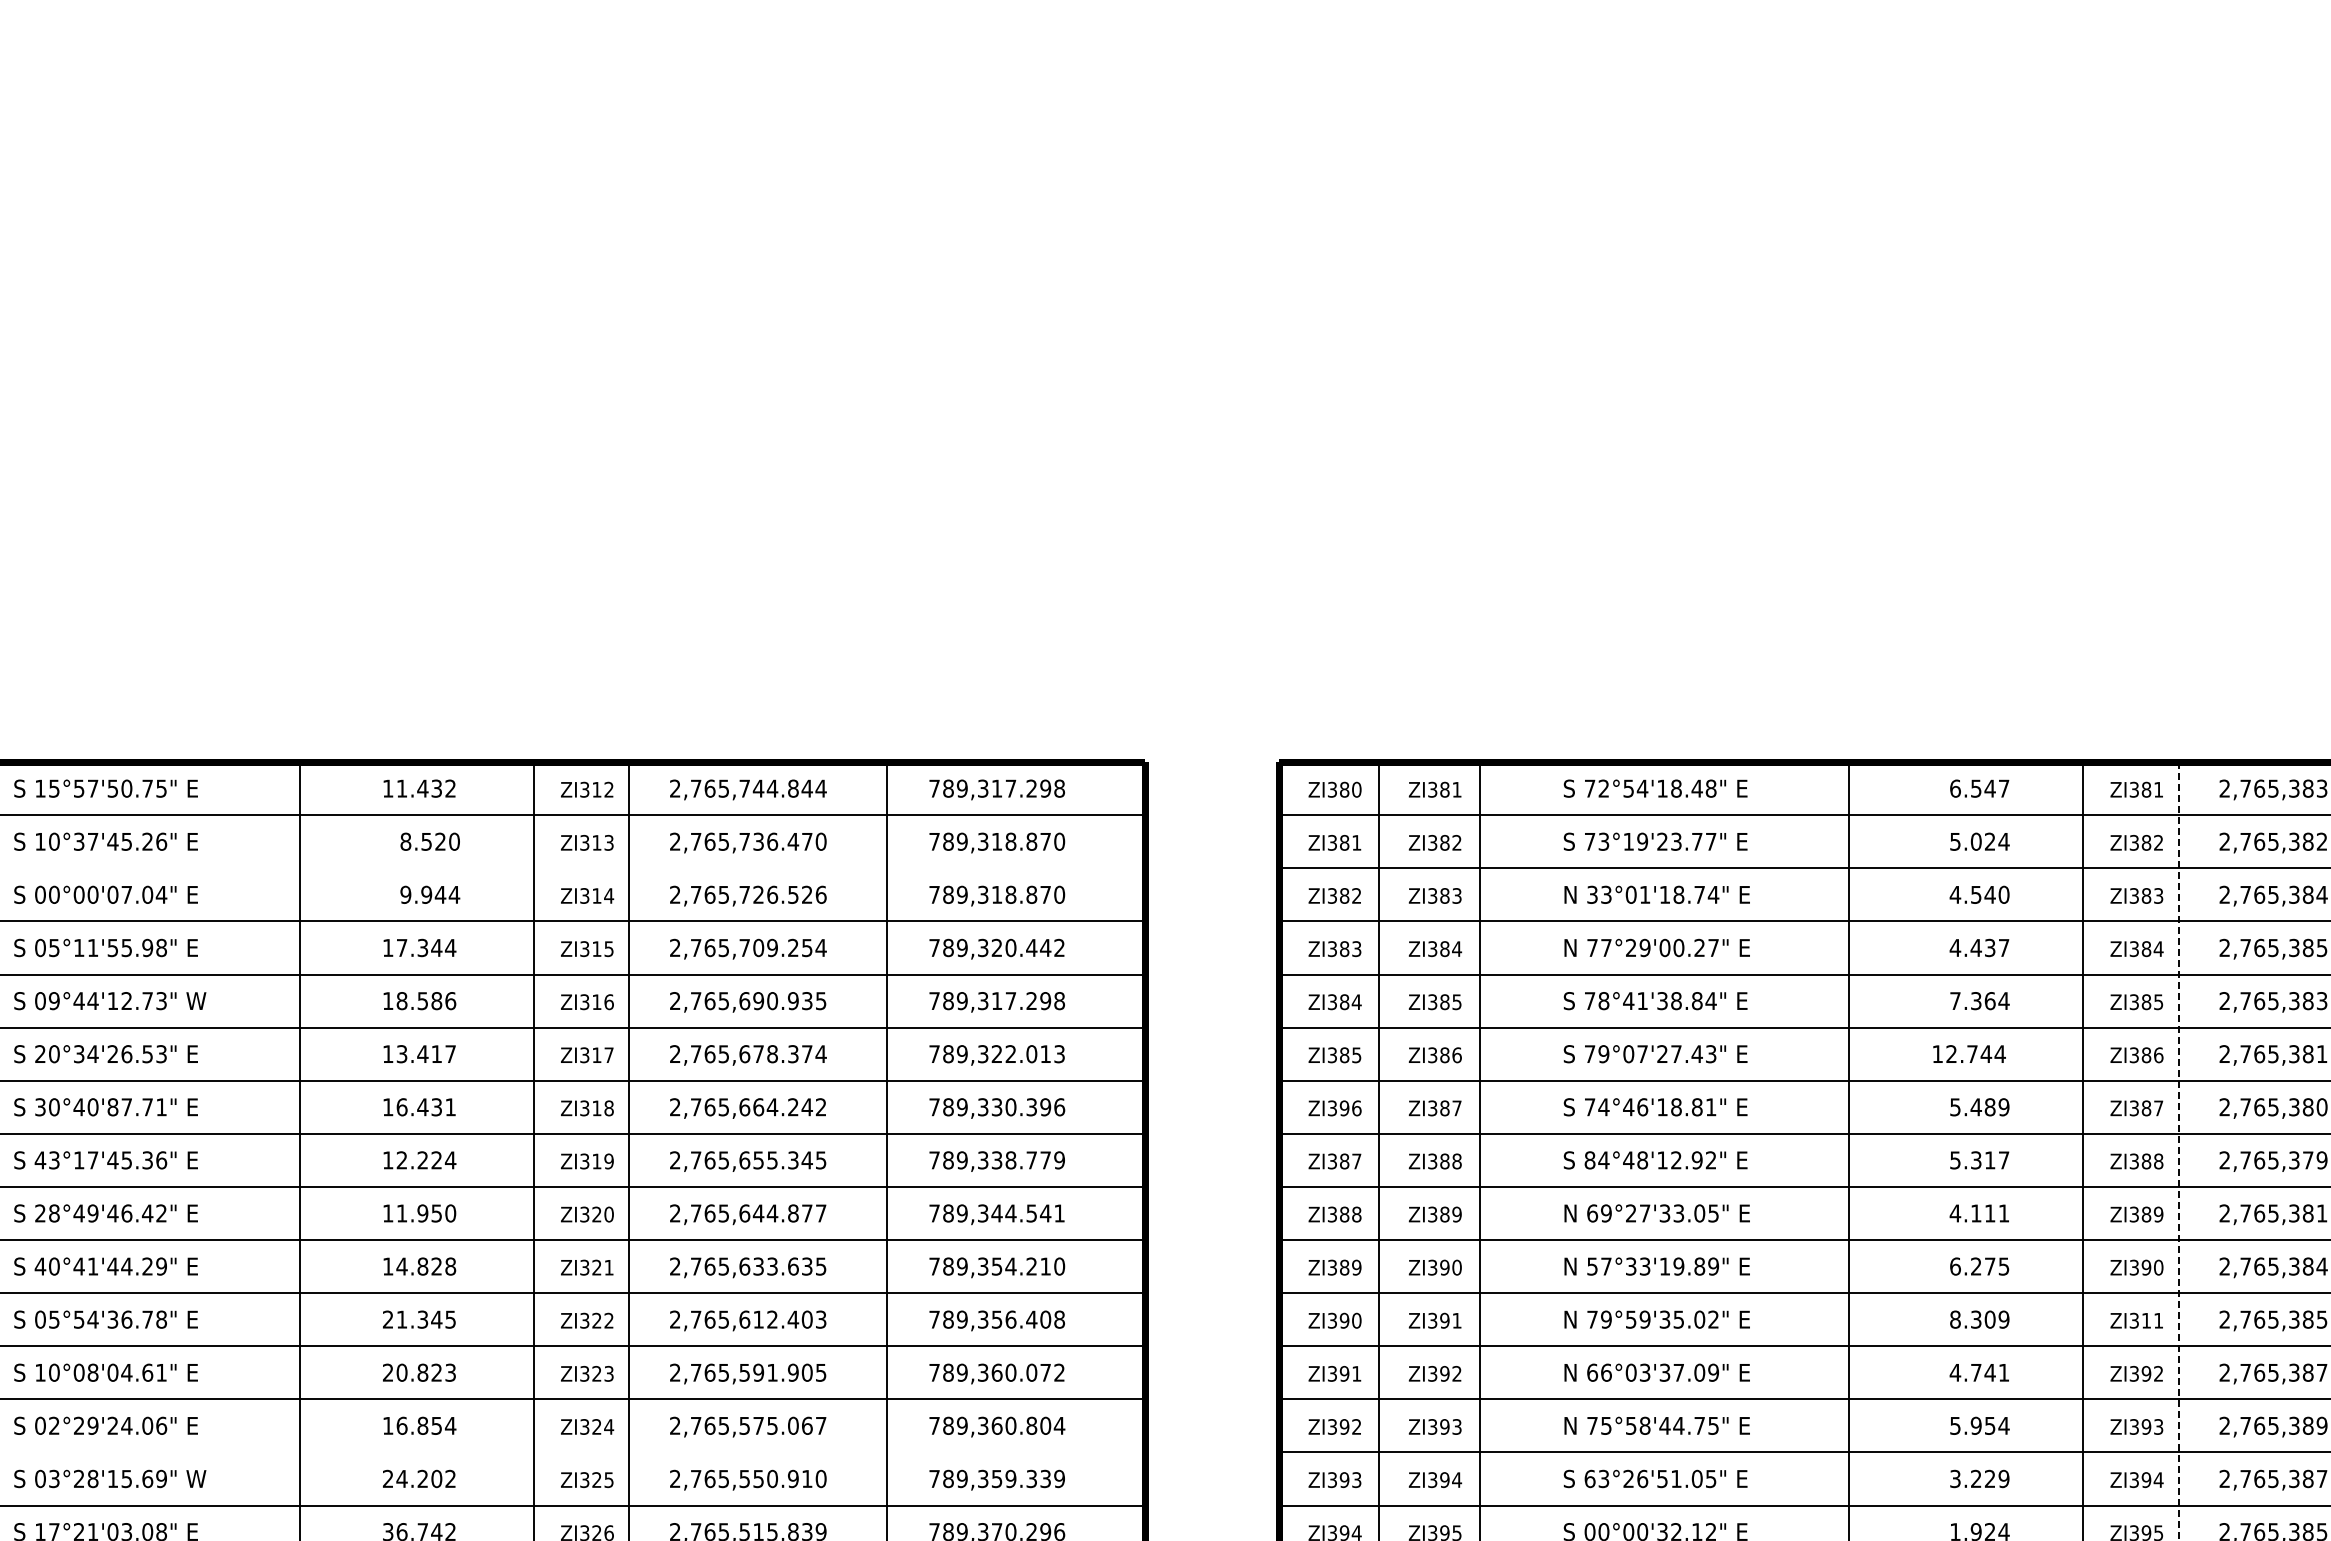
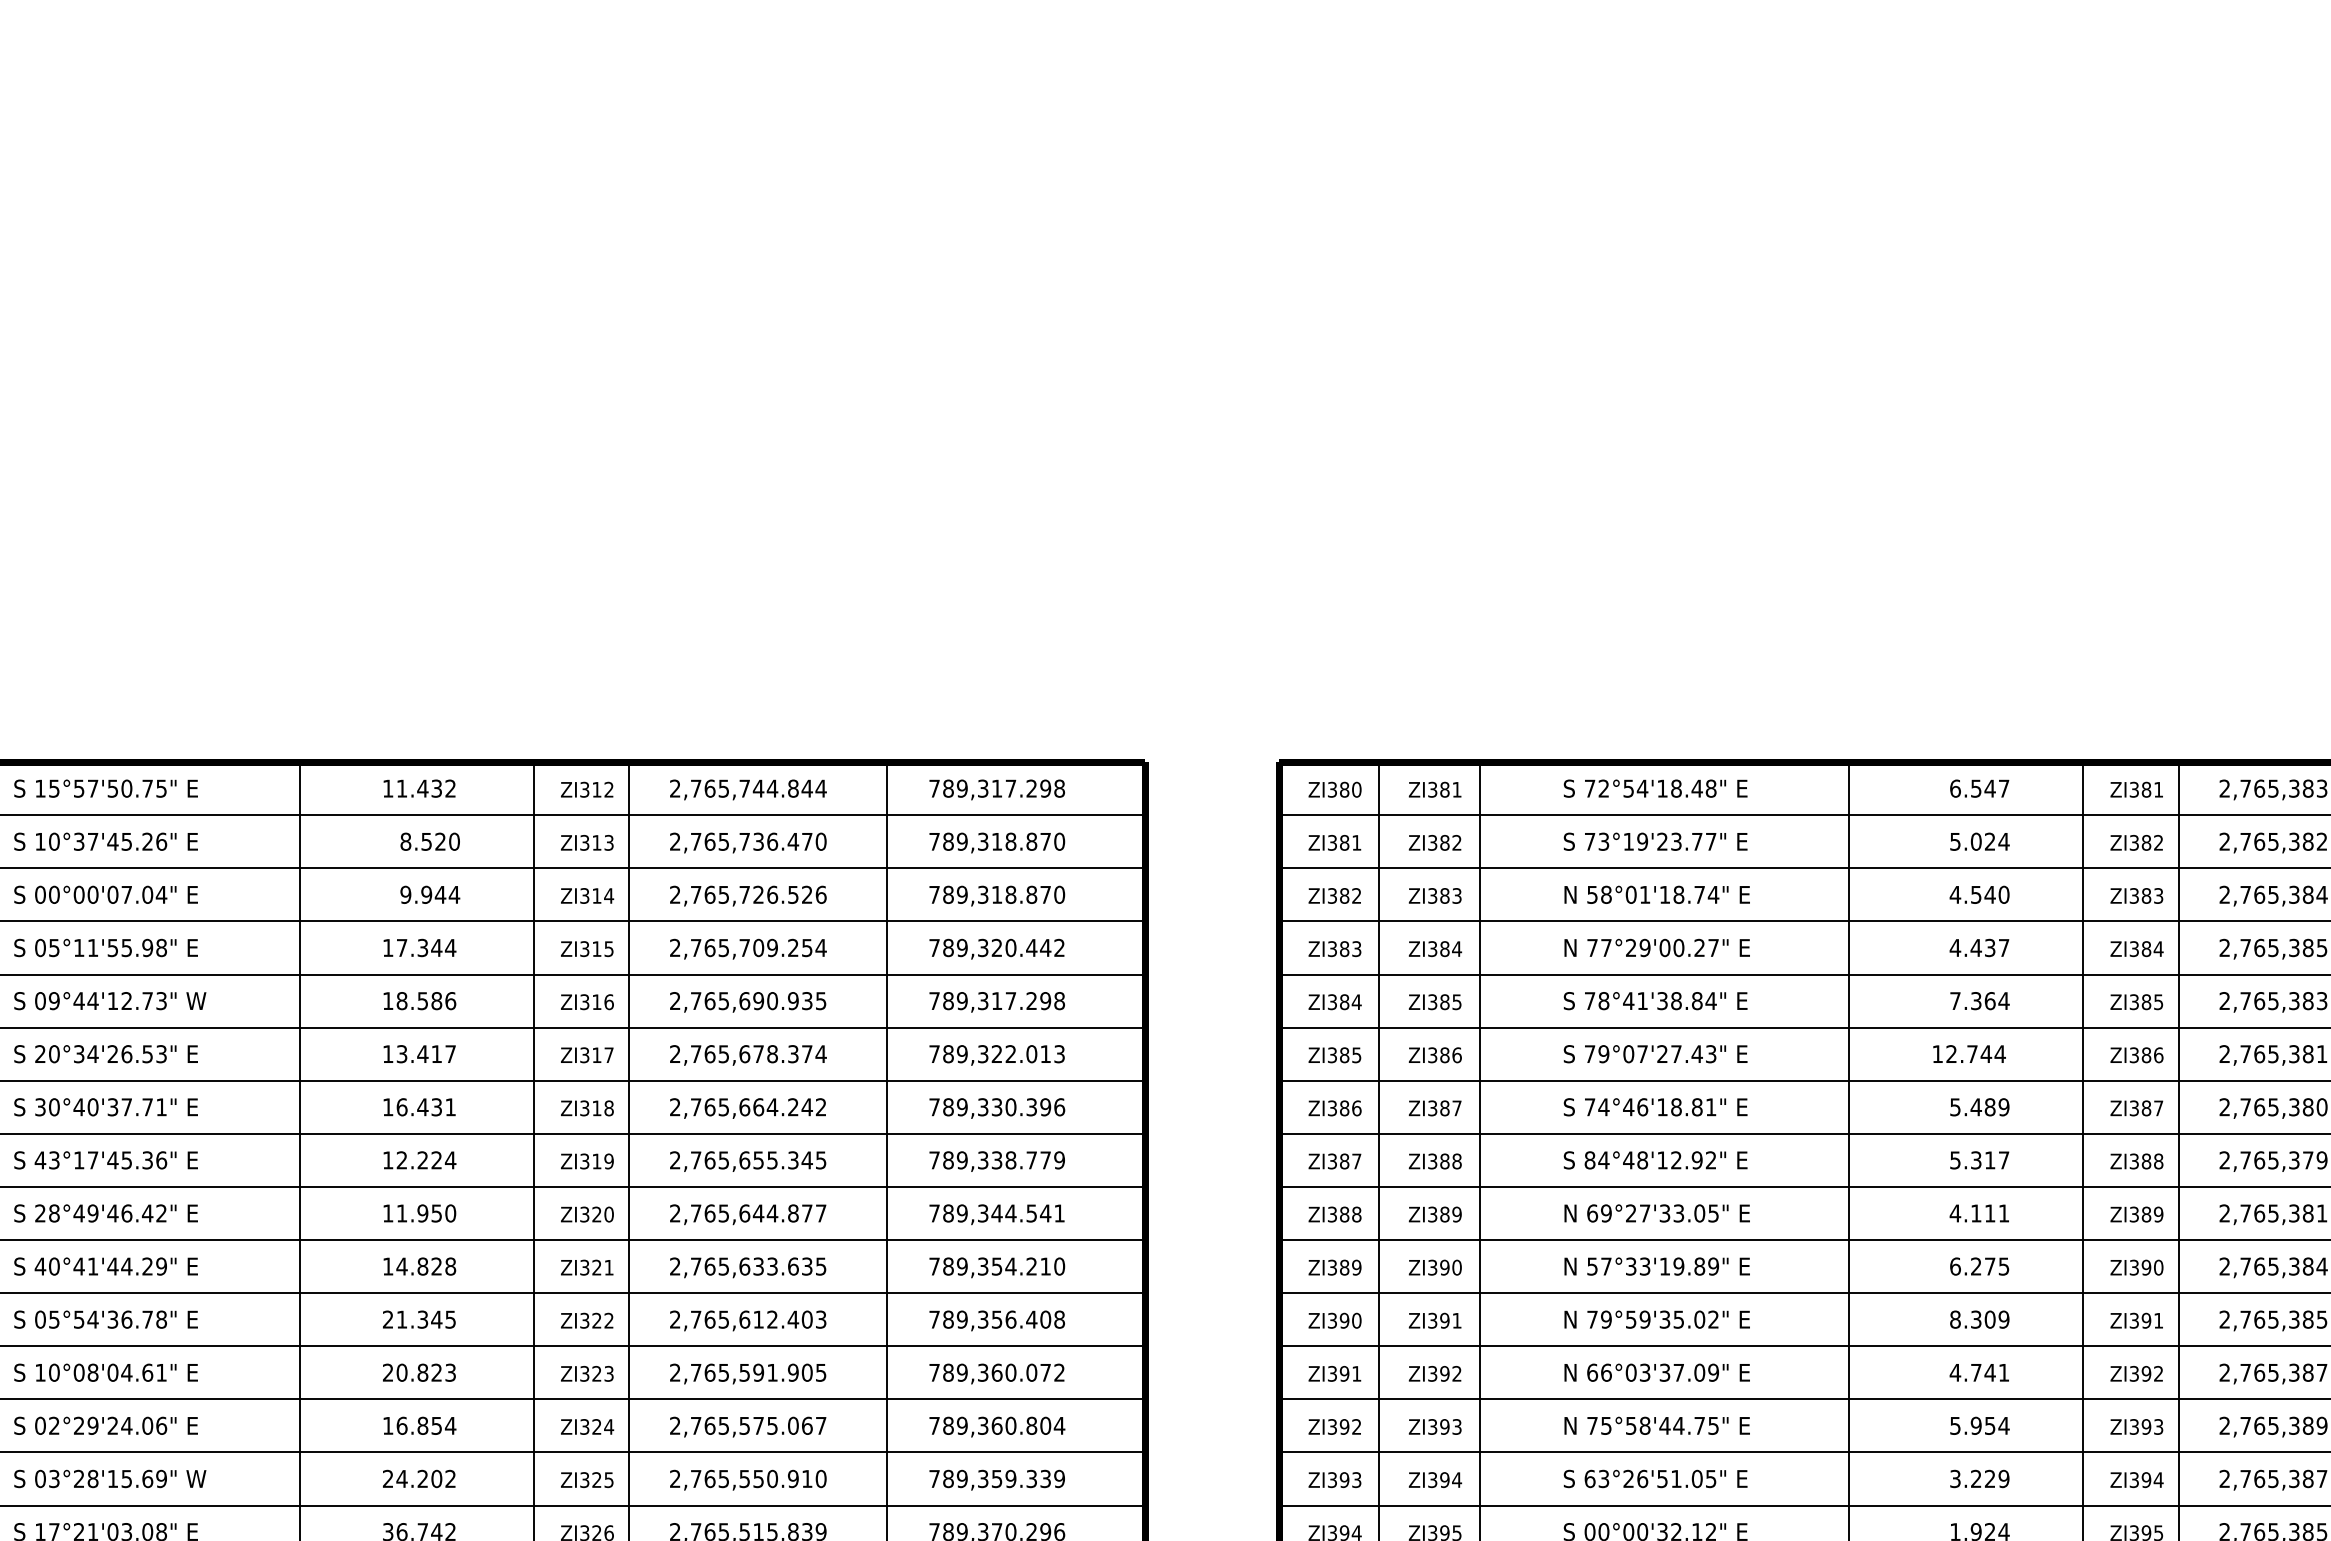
line at (573, 868): none -> present
text at (1599, 894): 33°01'18.74" -> 58°01'18.74"
text at (112, 1107): 30°40'87.71" -> 30°40'37.71"
text at (1344, 1108): ZI396 -> ZI386
line at (2178, 1151): dashed -> solid
text at (2146, 1320): ZI311 -> ZI391
line at (573, 1452): none -> present
